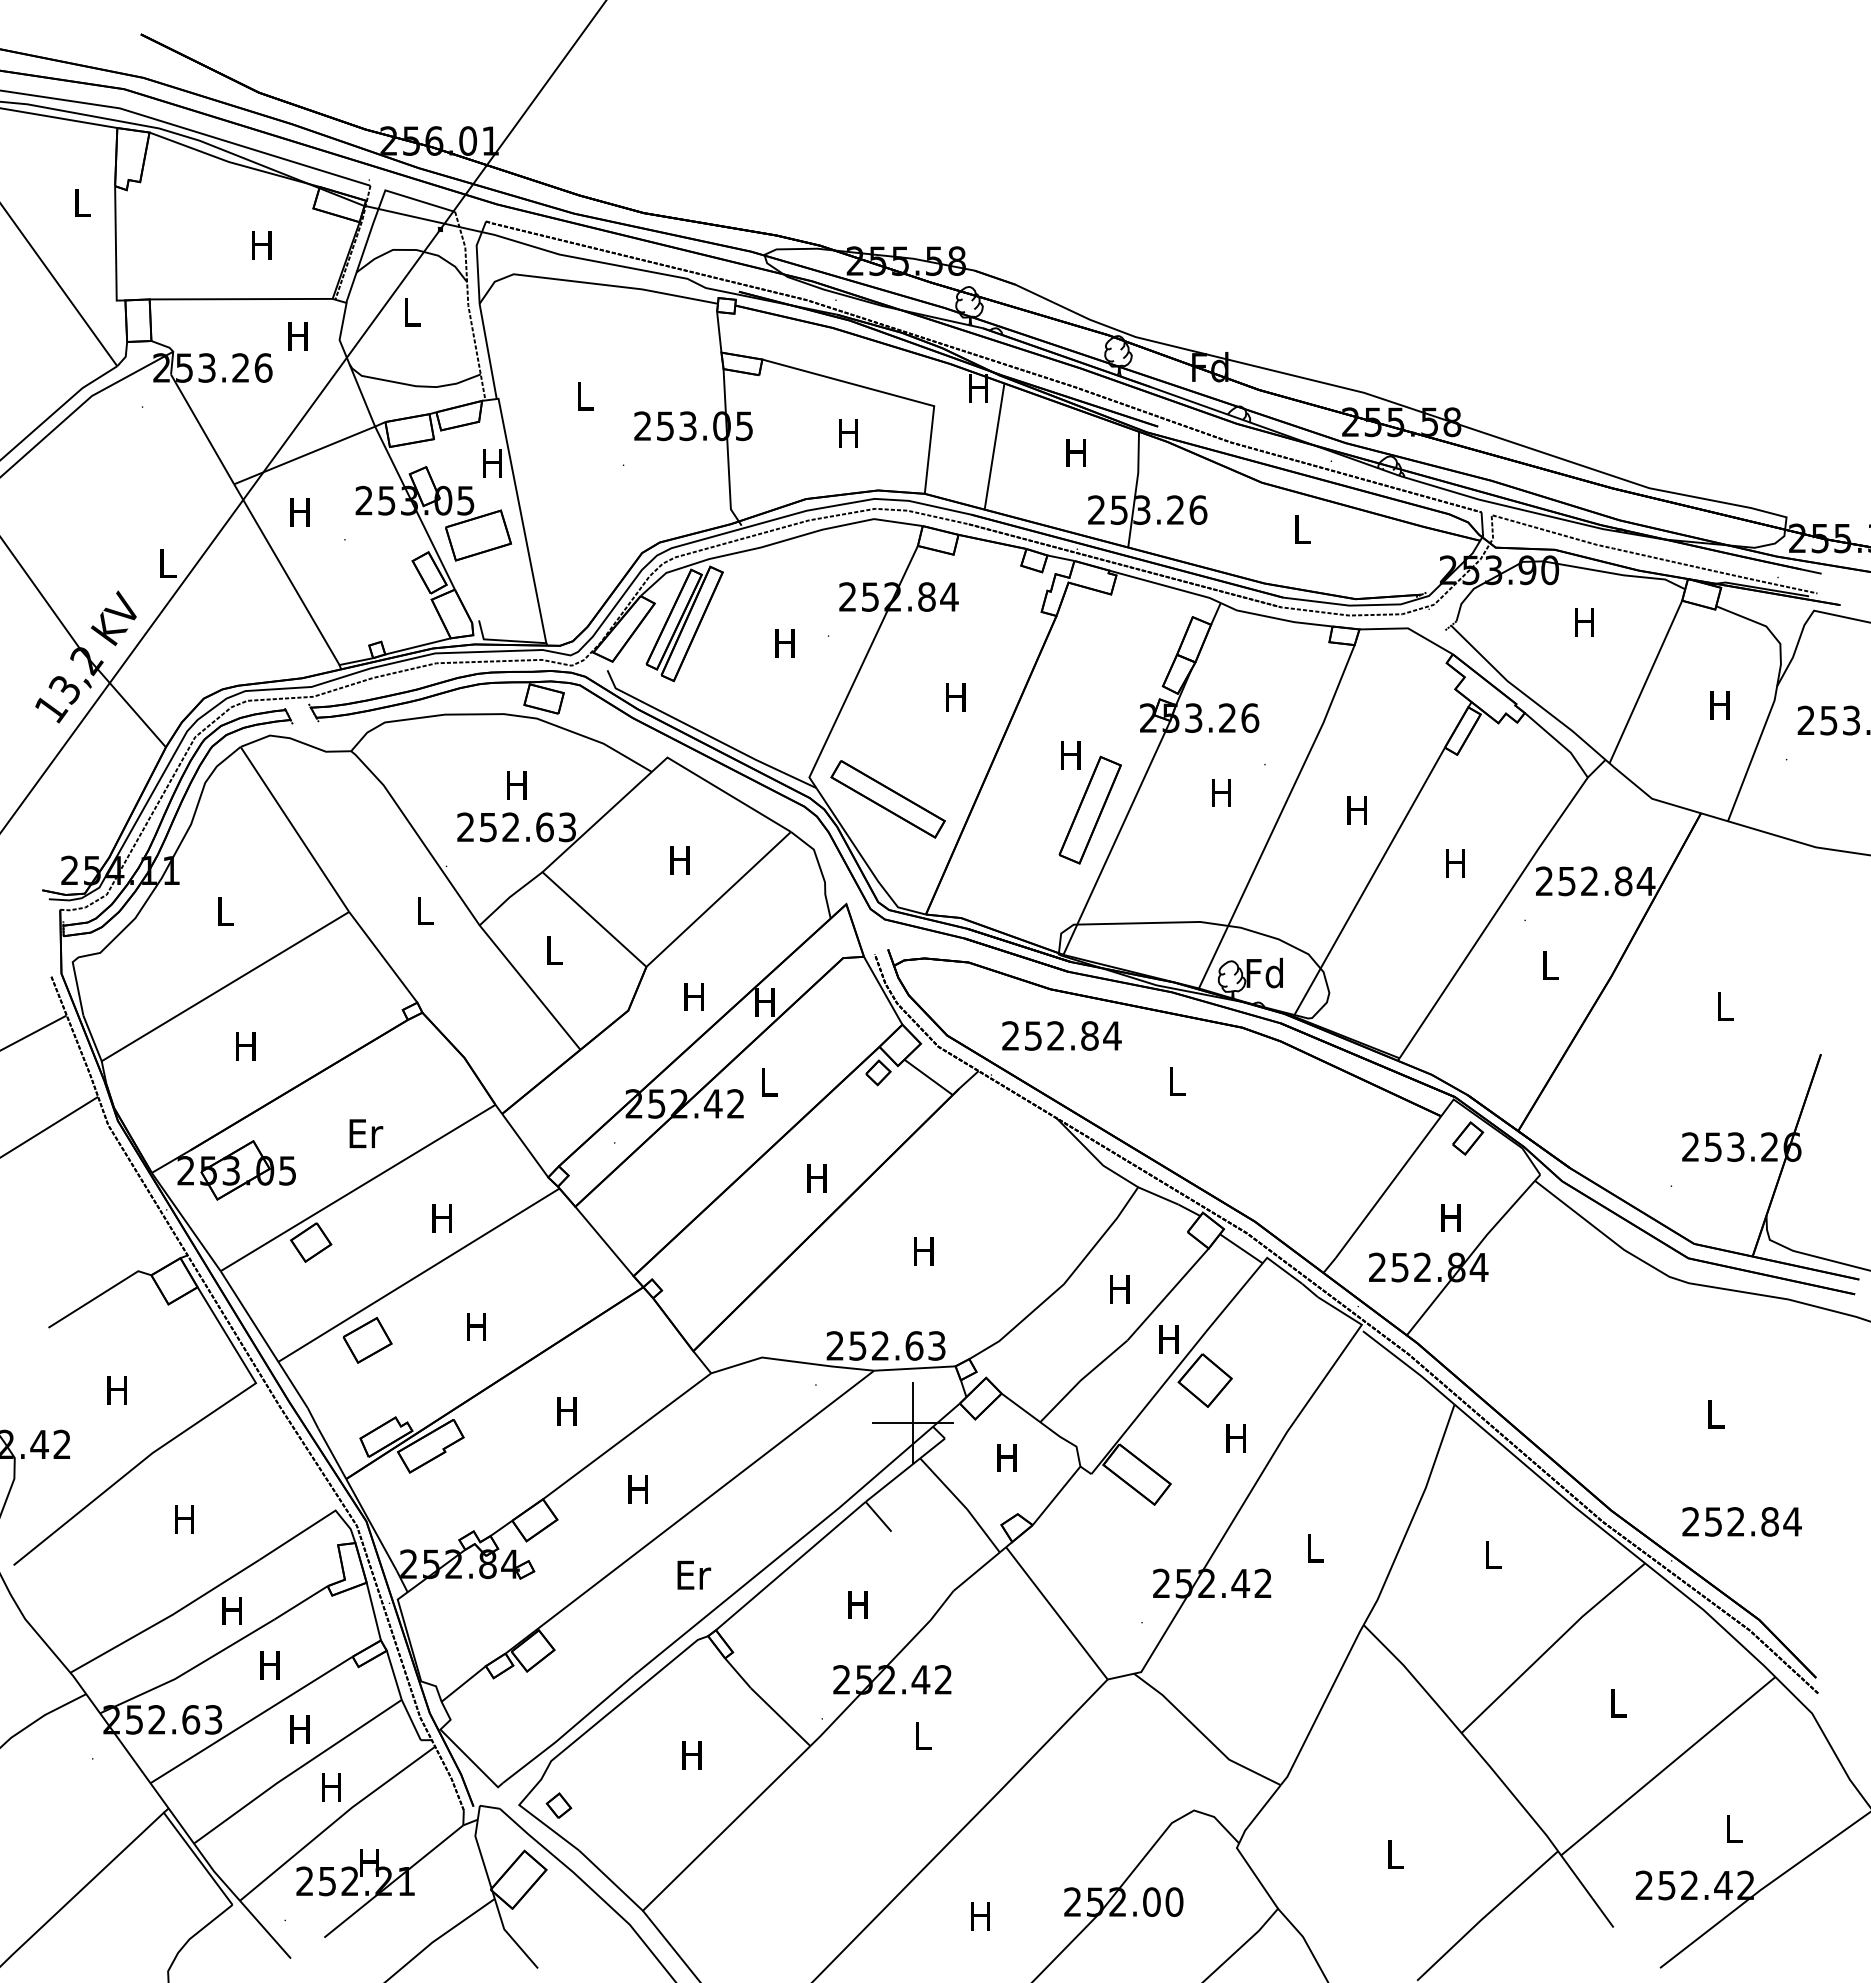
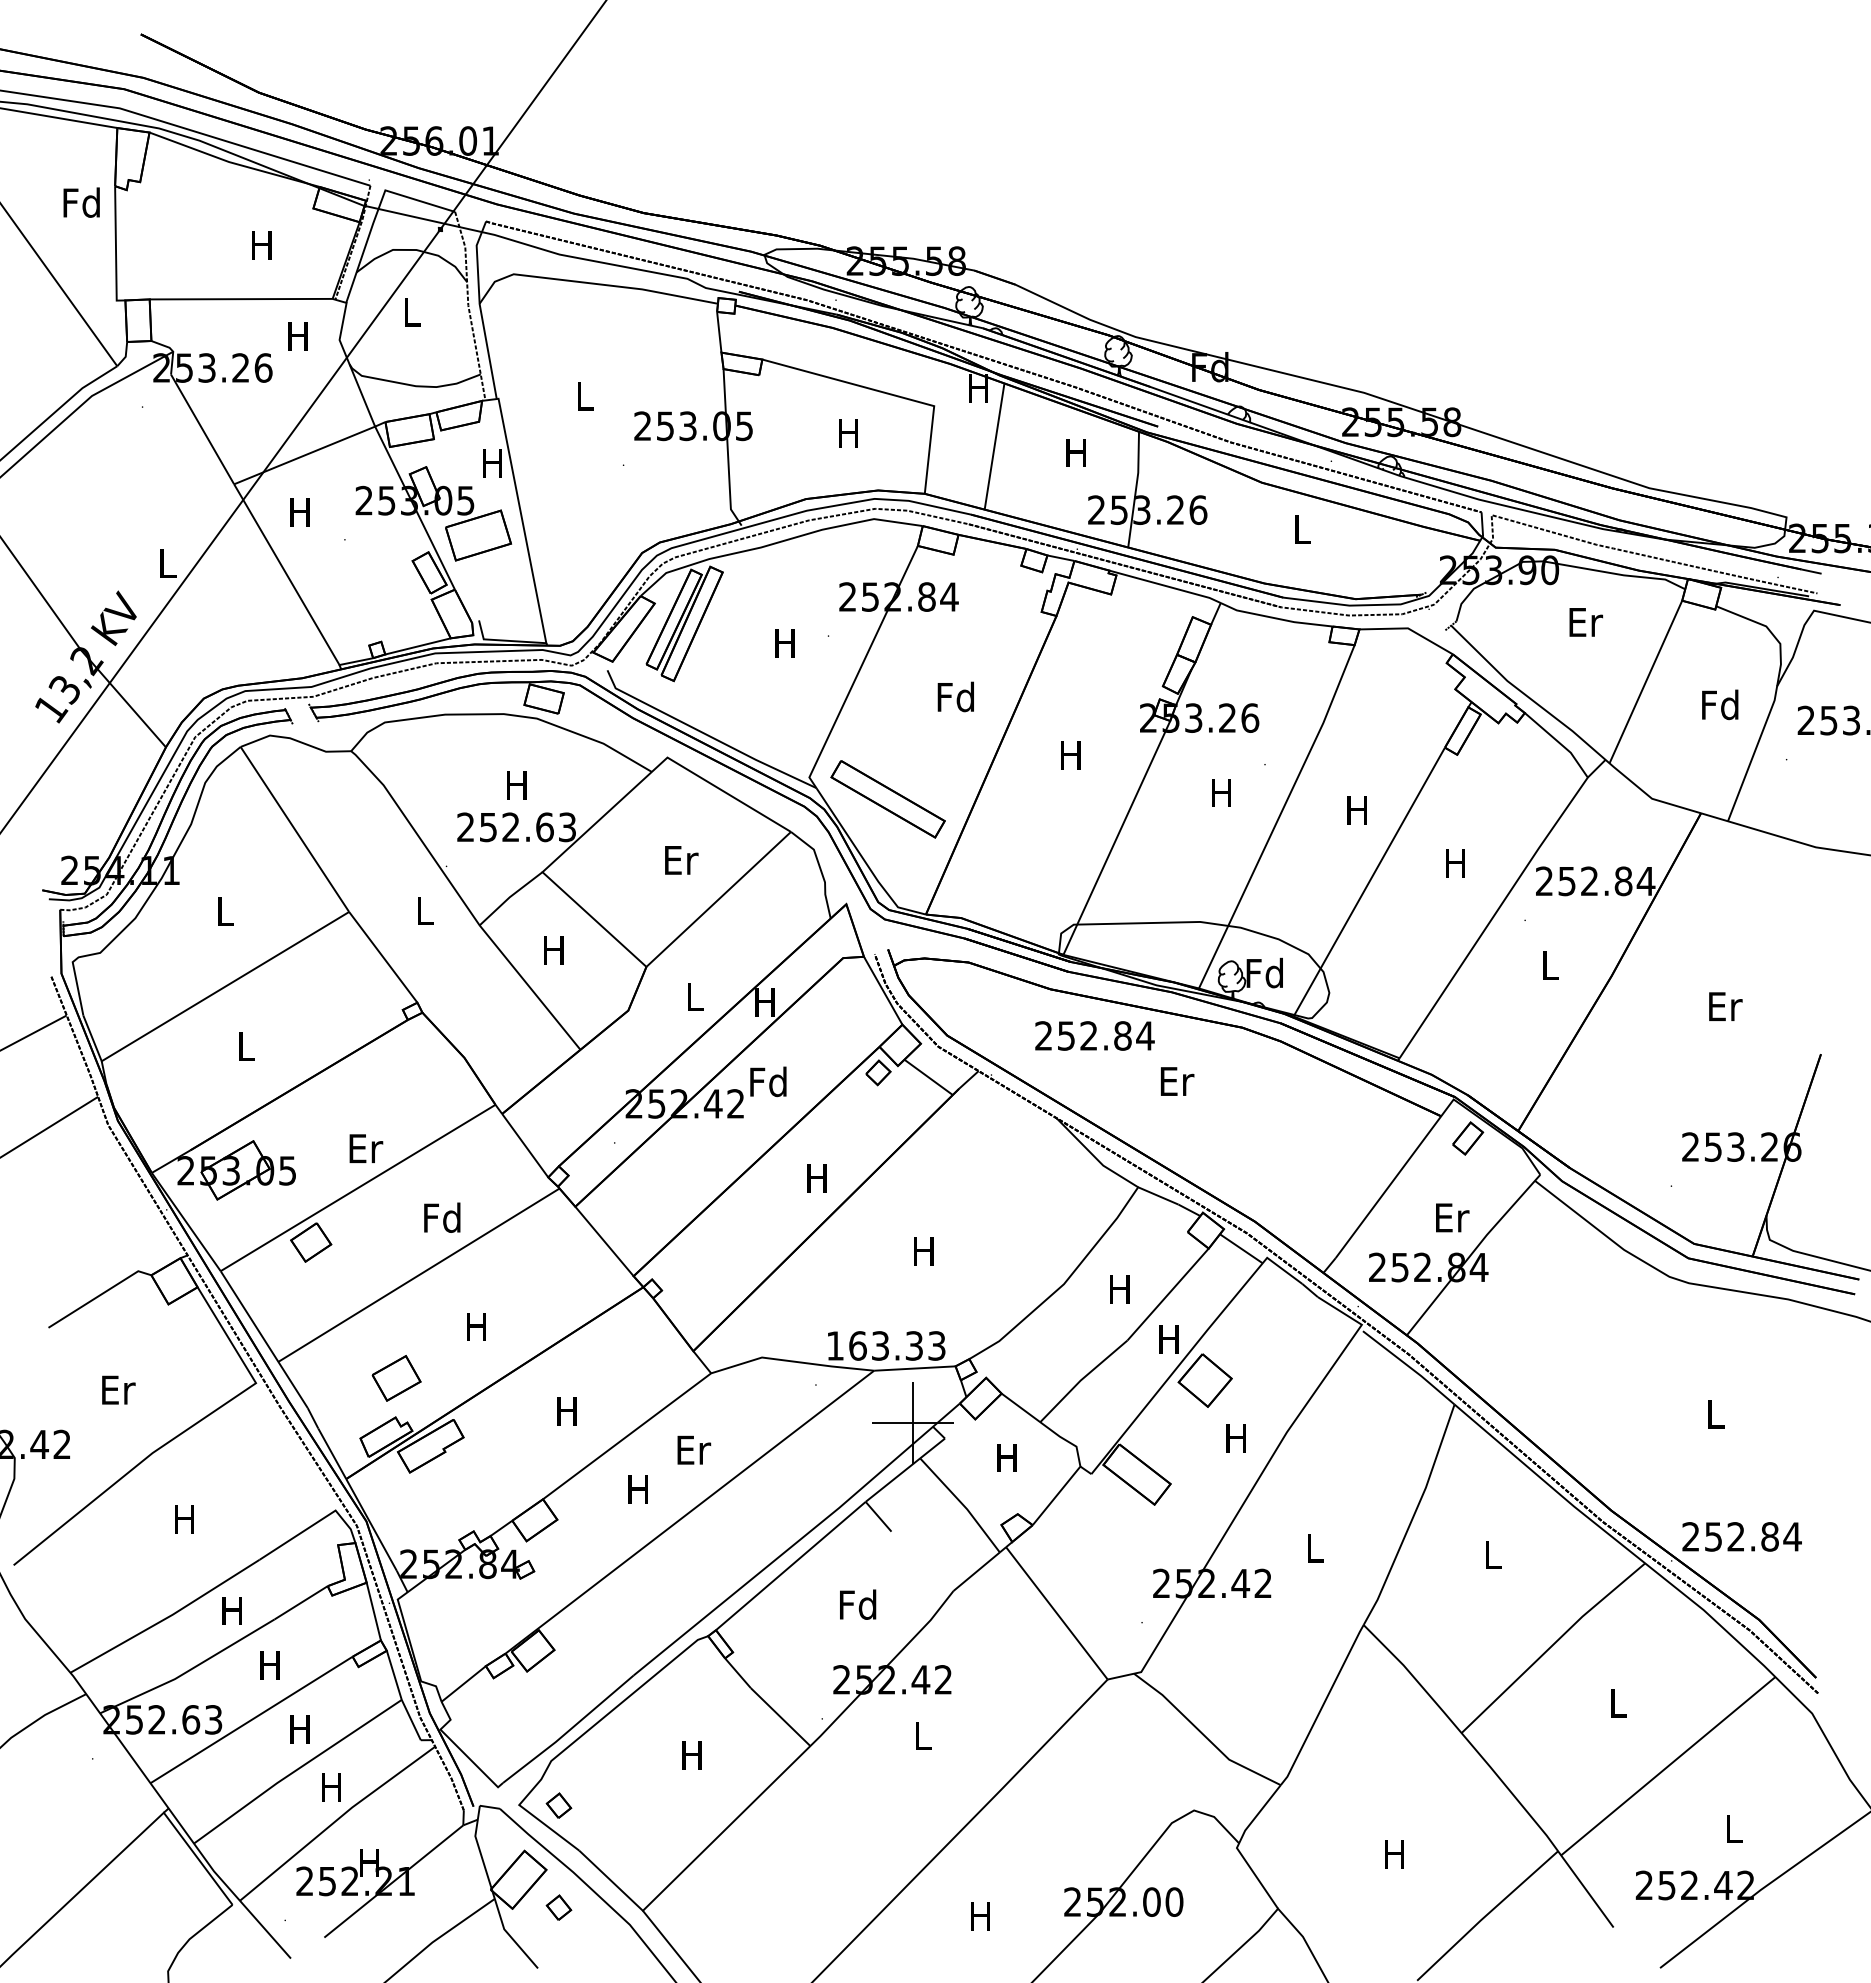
text at (81, 202): L -> Fd
text at (1586, 622): H -> Er
text at (955, 696): H -> Fd
text at (1720, 704): H -> Fd
part at (1089, 809): present -> none
text at (681, 860): H -> Er
text at (553, 950): L -> H
text at (693, 996): H -> L
text at (1725, 1006): L -> Er
text at (1061, 1035) position: (1061, 1035) -> (1094, 1035)
text at (245, 1046): H -> L
text at (768, 1081): L -> Fd
text at (1177, 1081): L -> Er
text at (366, 1133) position: (366, 1133) -> (366, 1148)
text at (442, 1217): H -> Fd
text at (1452, 1217): H -> Er
part at (367, 1340) position: (367, 1340) -> (396, 1378)
text at (874, 1345): 252.63 -> 163.33
text at (118, 1389): H -> Er
text at (1741, 1521) position: (1741, 1521) -> (1741, 1536)
text at (694, 1574) position: (694, 1574) -> (694, 1449)
text at (858, 1604): H -> Fd
text at (1394, 1854): L -> H
part at (558, 1907): none -> present
